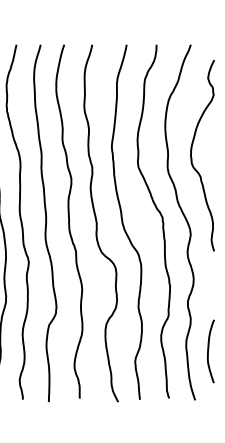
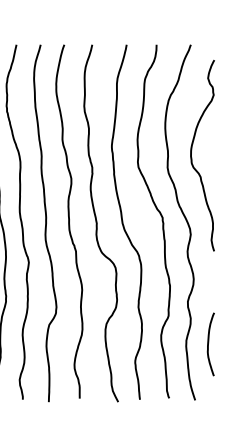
curve at (208, 351) position: (208, 351) -> (208, 344)
